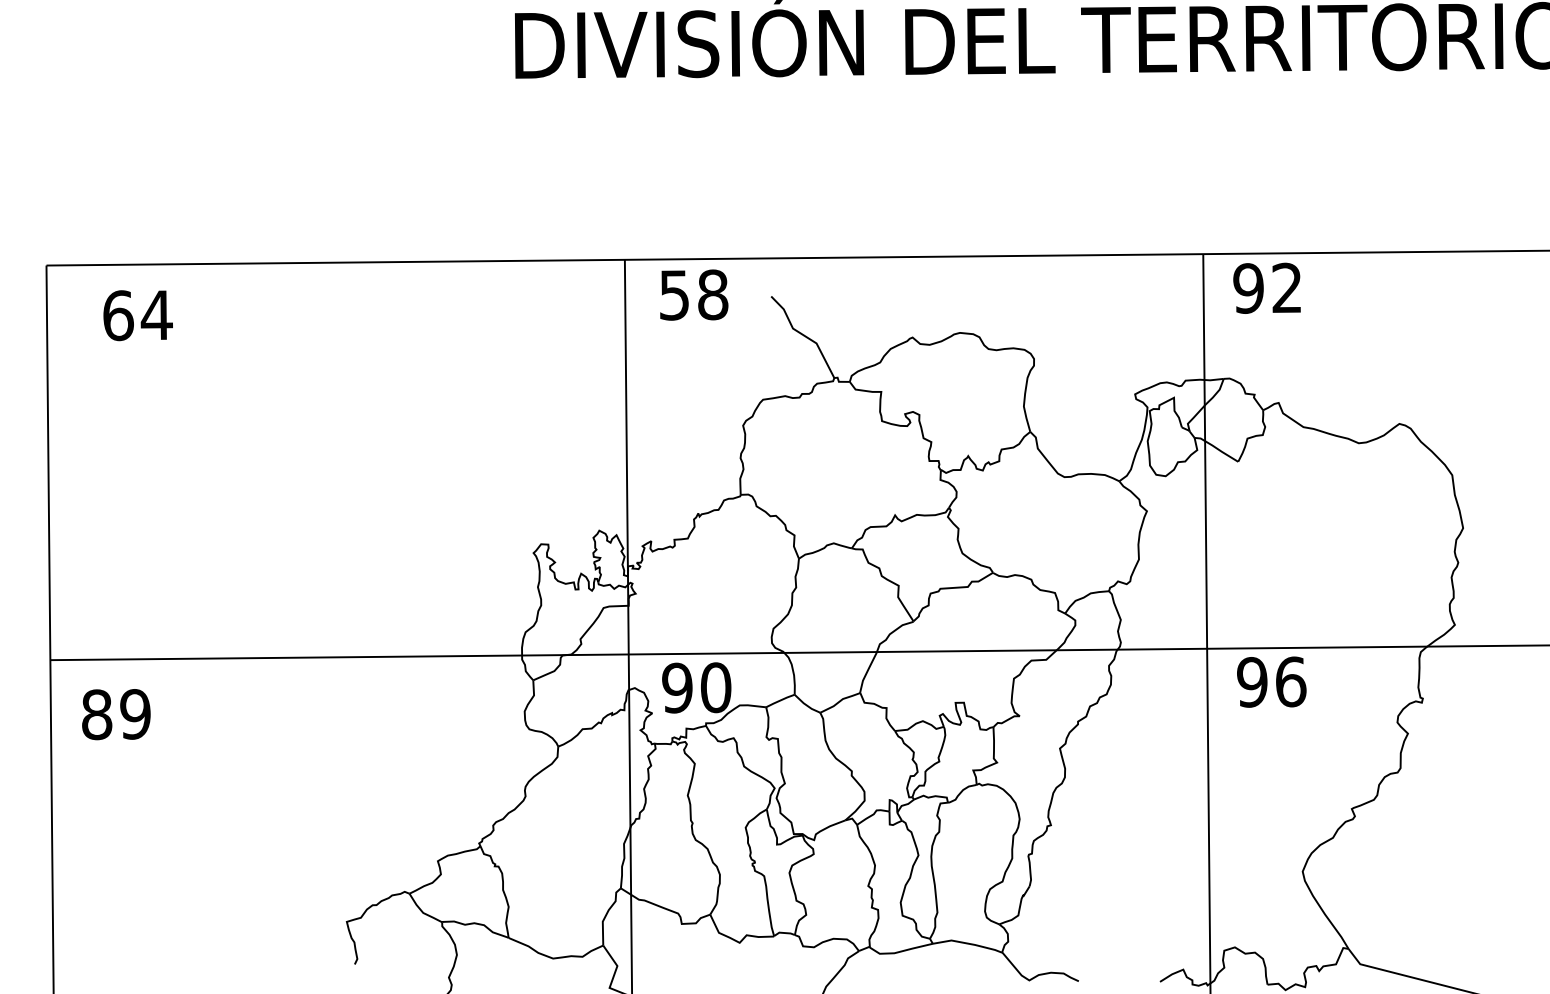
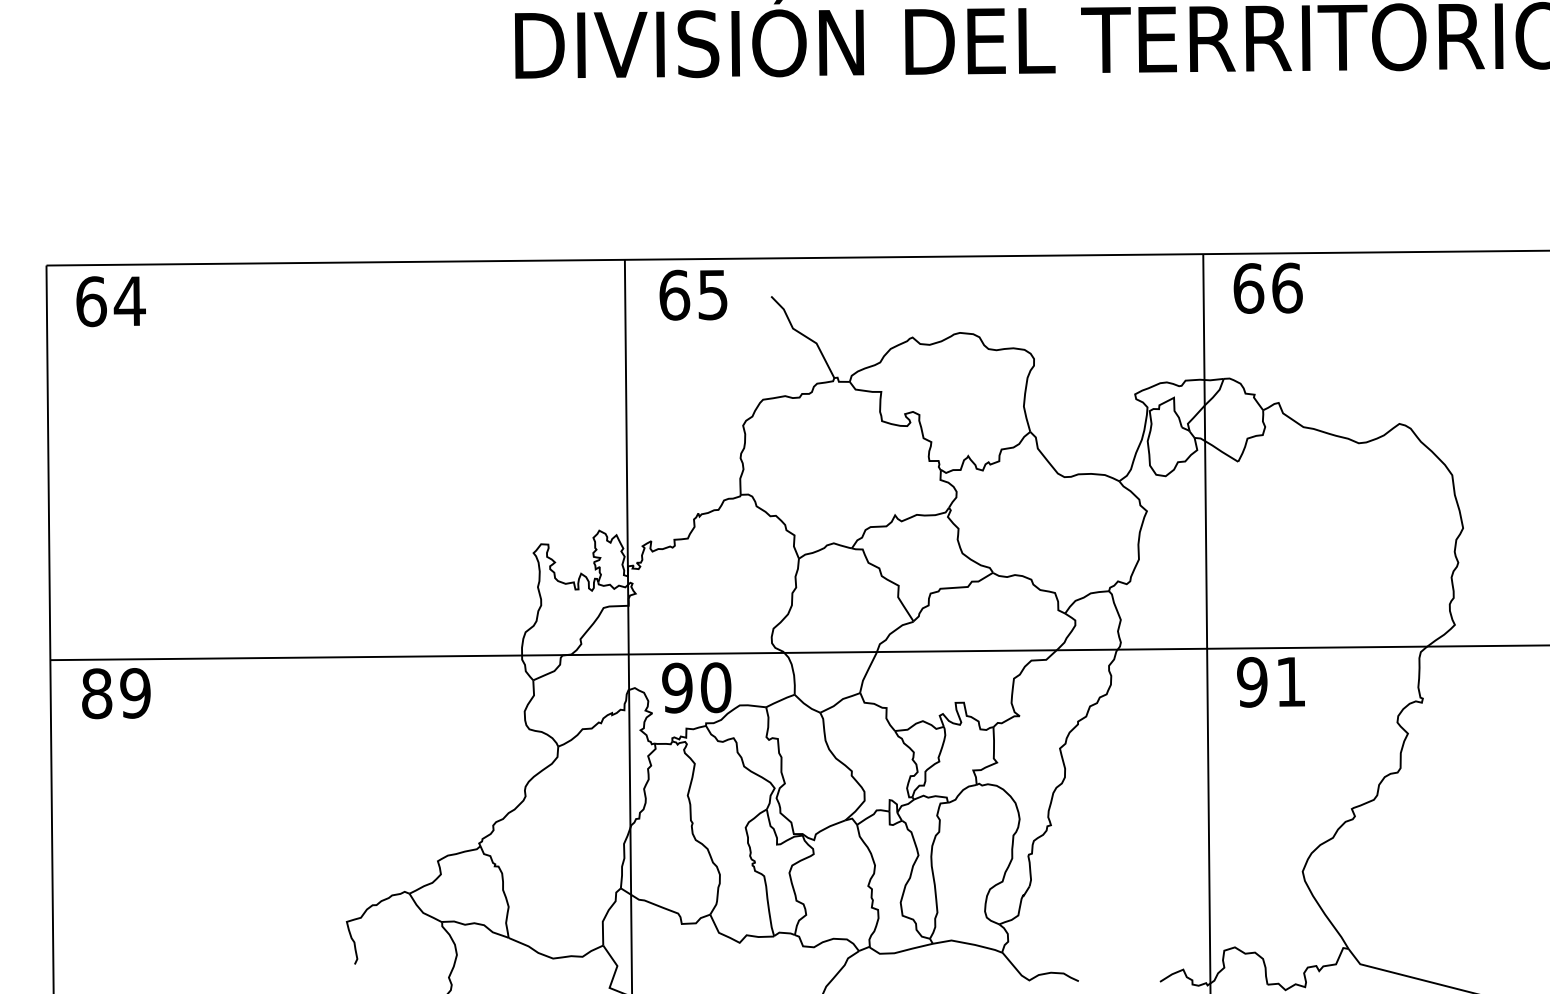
text at (1267, 287): 92 -> 66
text at (693, 294): 58 -> 65
text at (137, 315) position: (137, 315) -> (110, 301)
text at (1291, 681): 96 -> 91
text at (116, 714) position: (116, 714) -> (116, 693)
